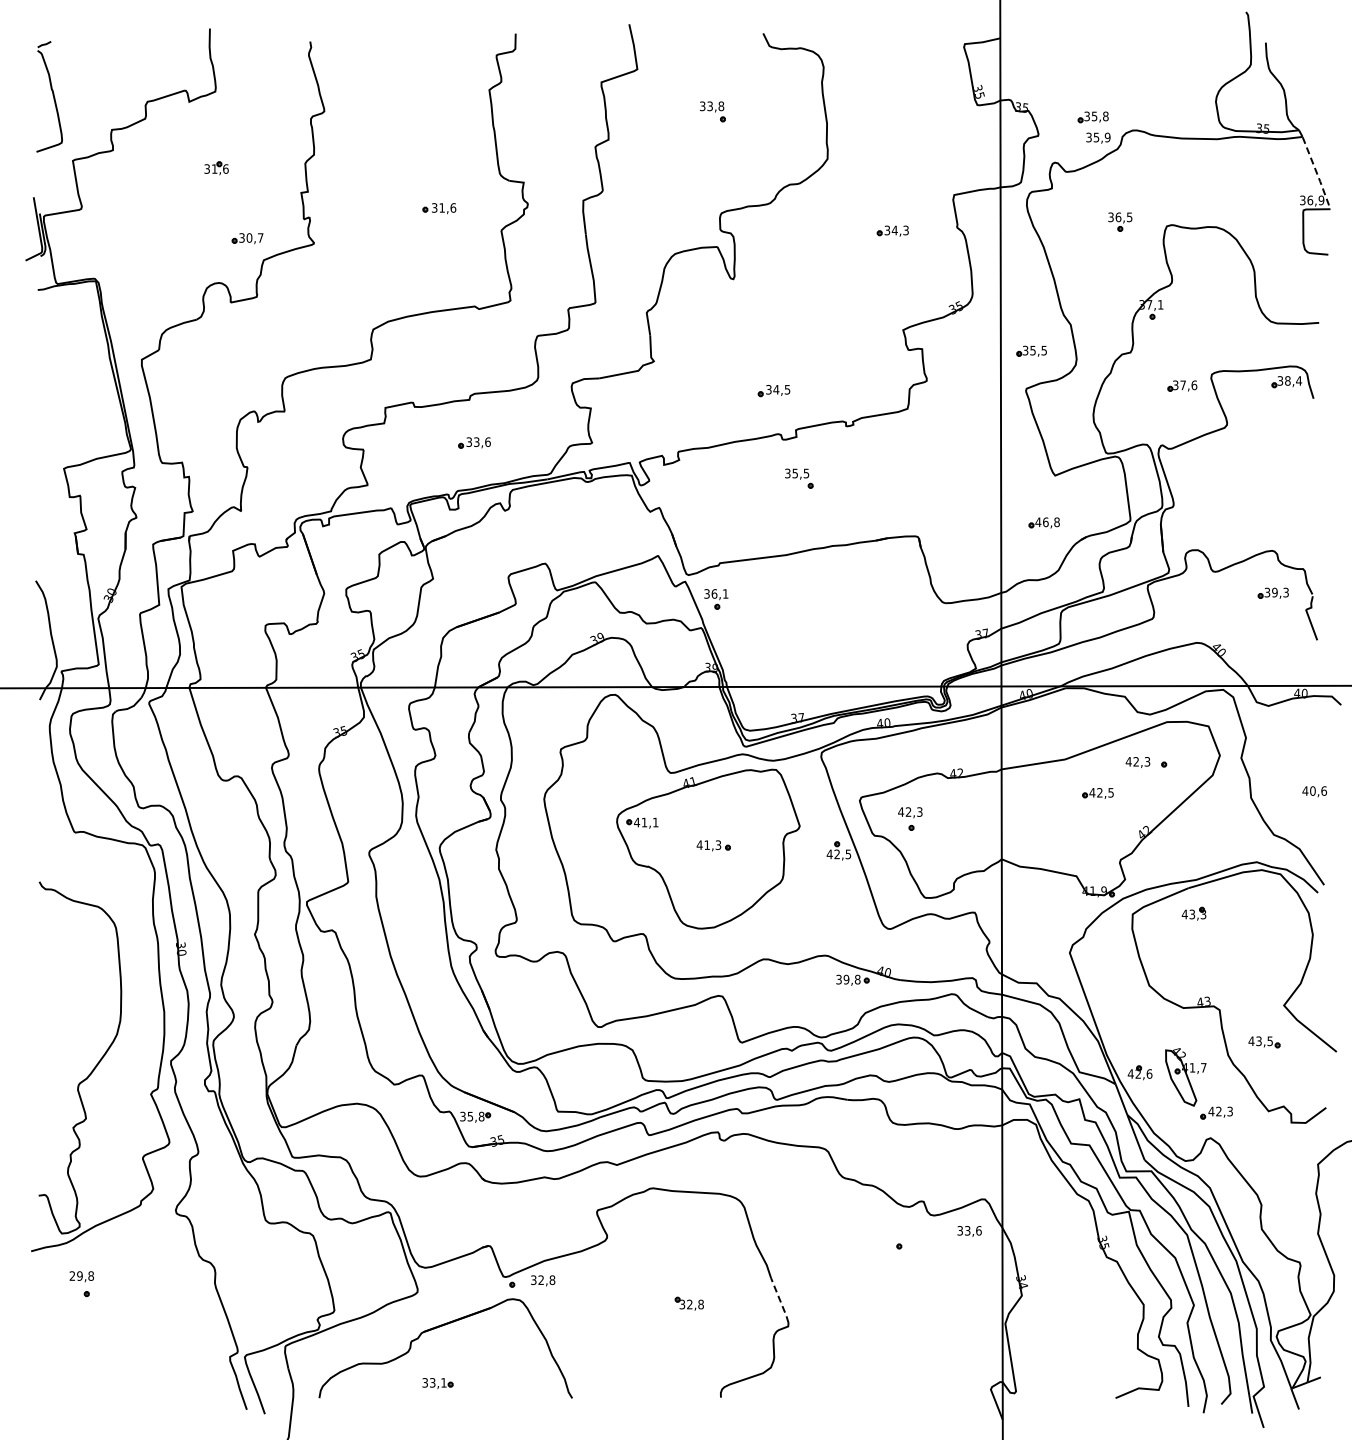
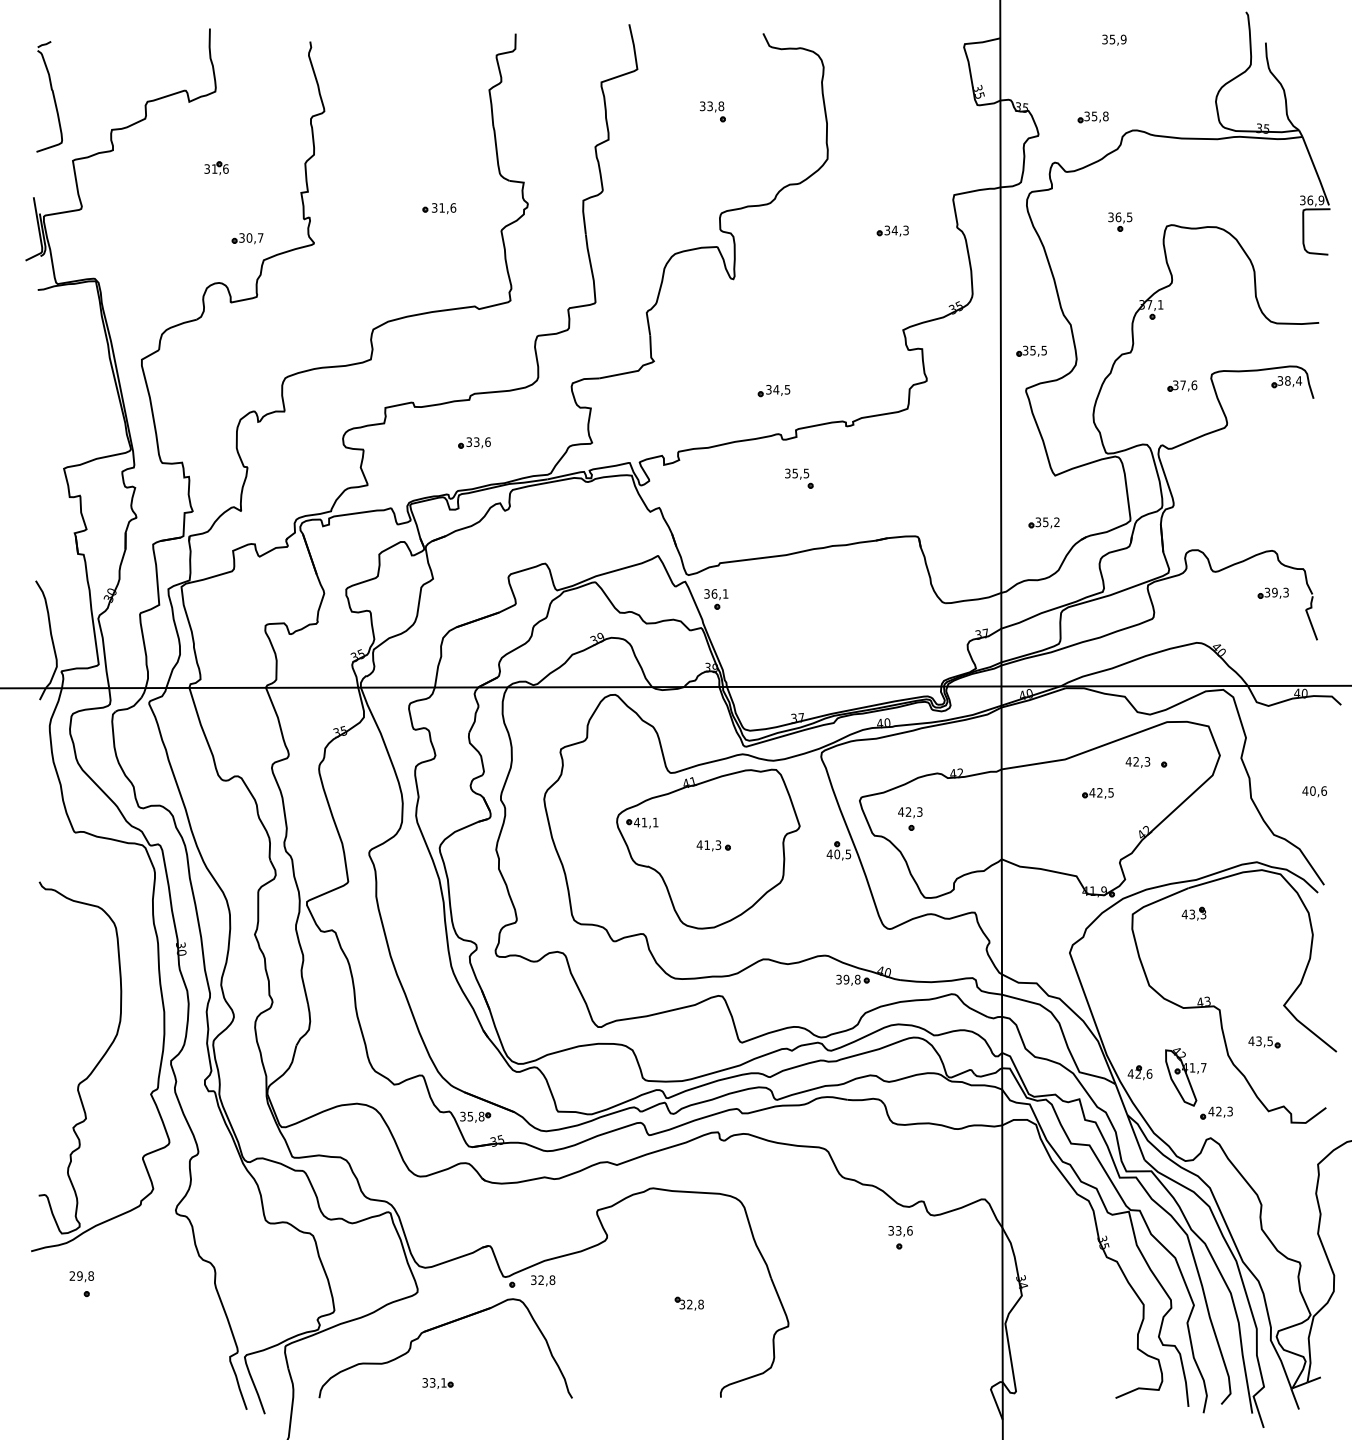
text at (1098, 137) position: (1098, 137) -> (1114, 39)
line at (1316, 171): dashed -> solid
text at (1047, 522): 46,8 -> 35,2
text at (837, 854): 42,5 -> 40,5
text at (969, 1231) position: (969, 1231) -> (900, 1231)
line at (780, 1301): dashed -> solid
